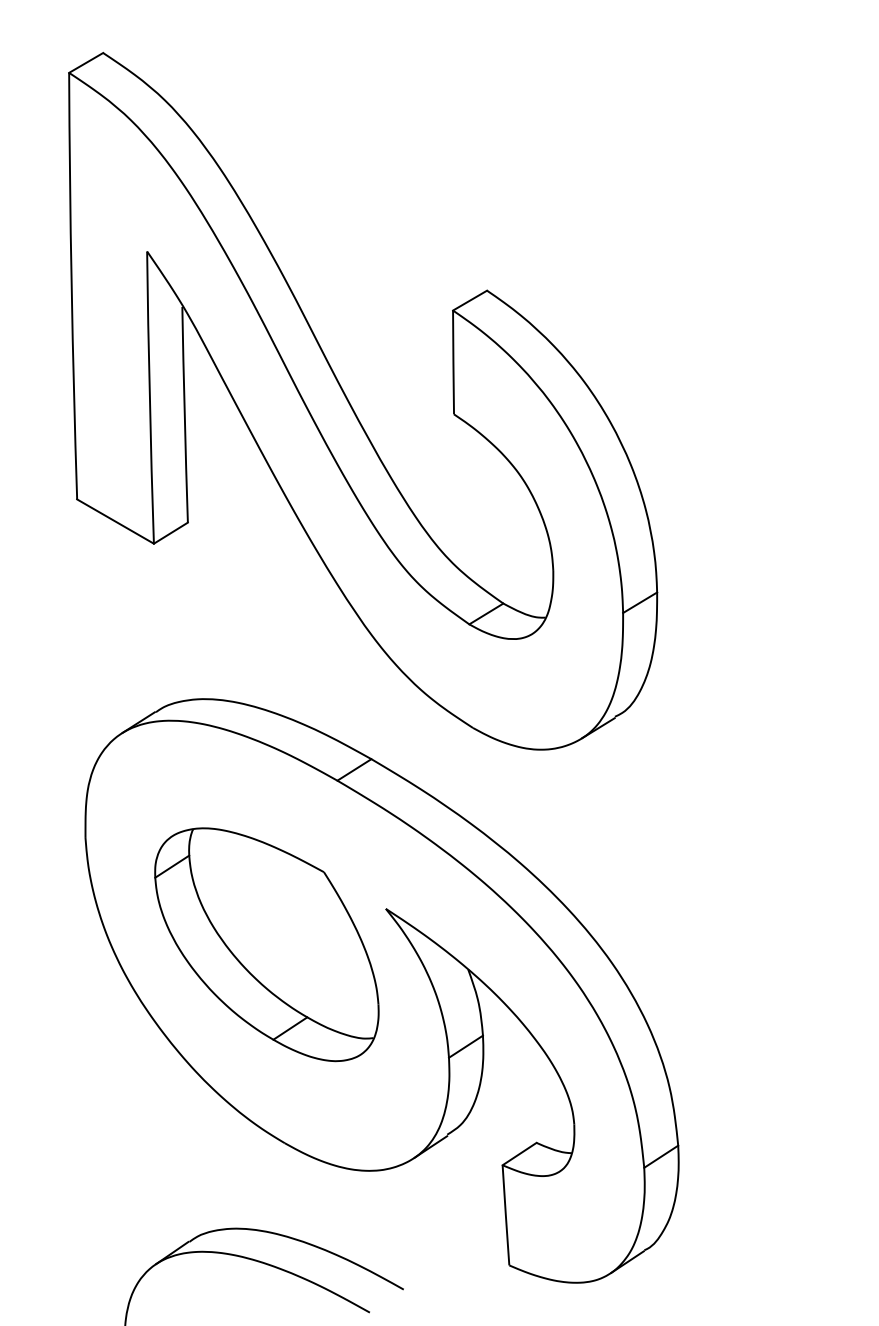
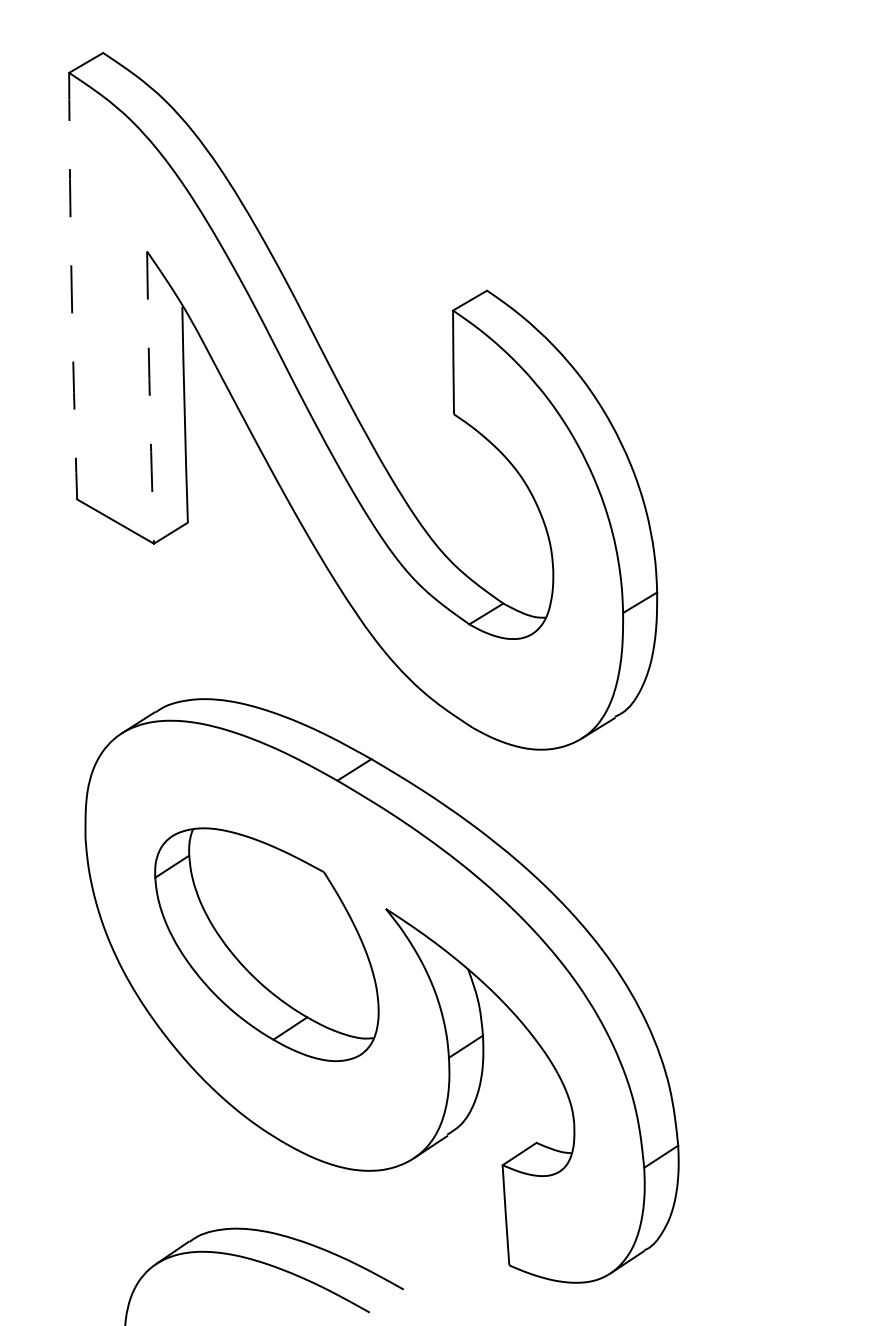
arc at (71, 286): solid -> dashed
arc at (149, 397): solid -> dashed
